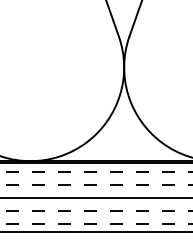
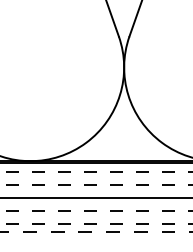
line at (96, 231): solid -> dashed
